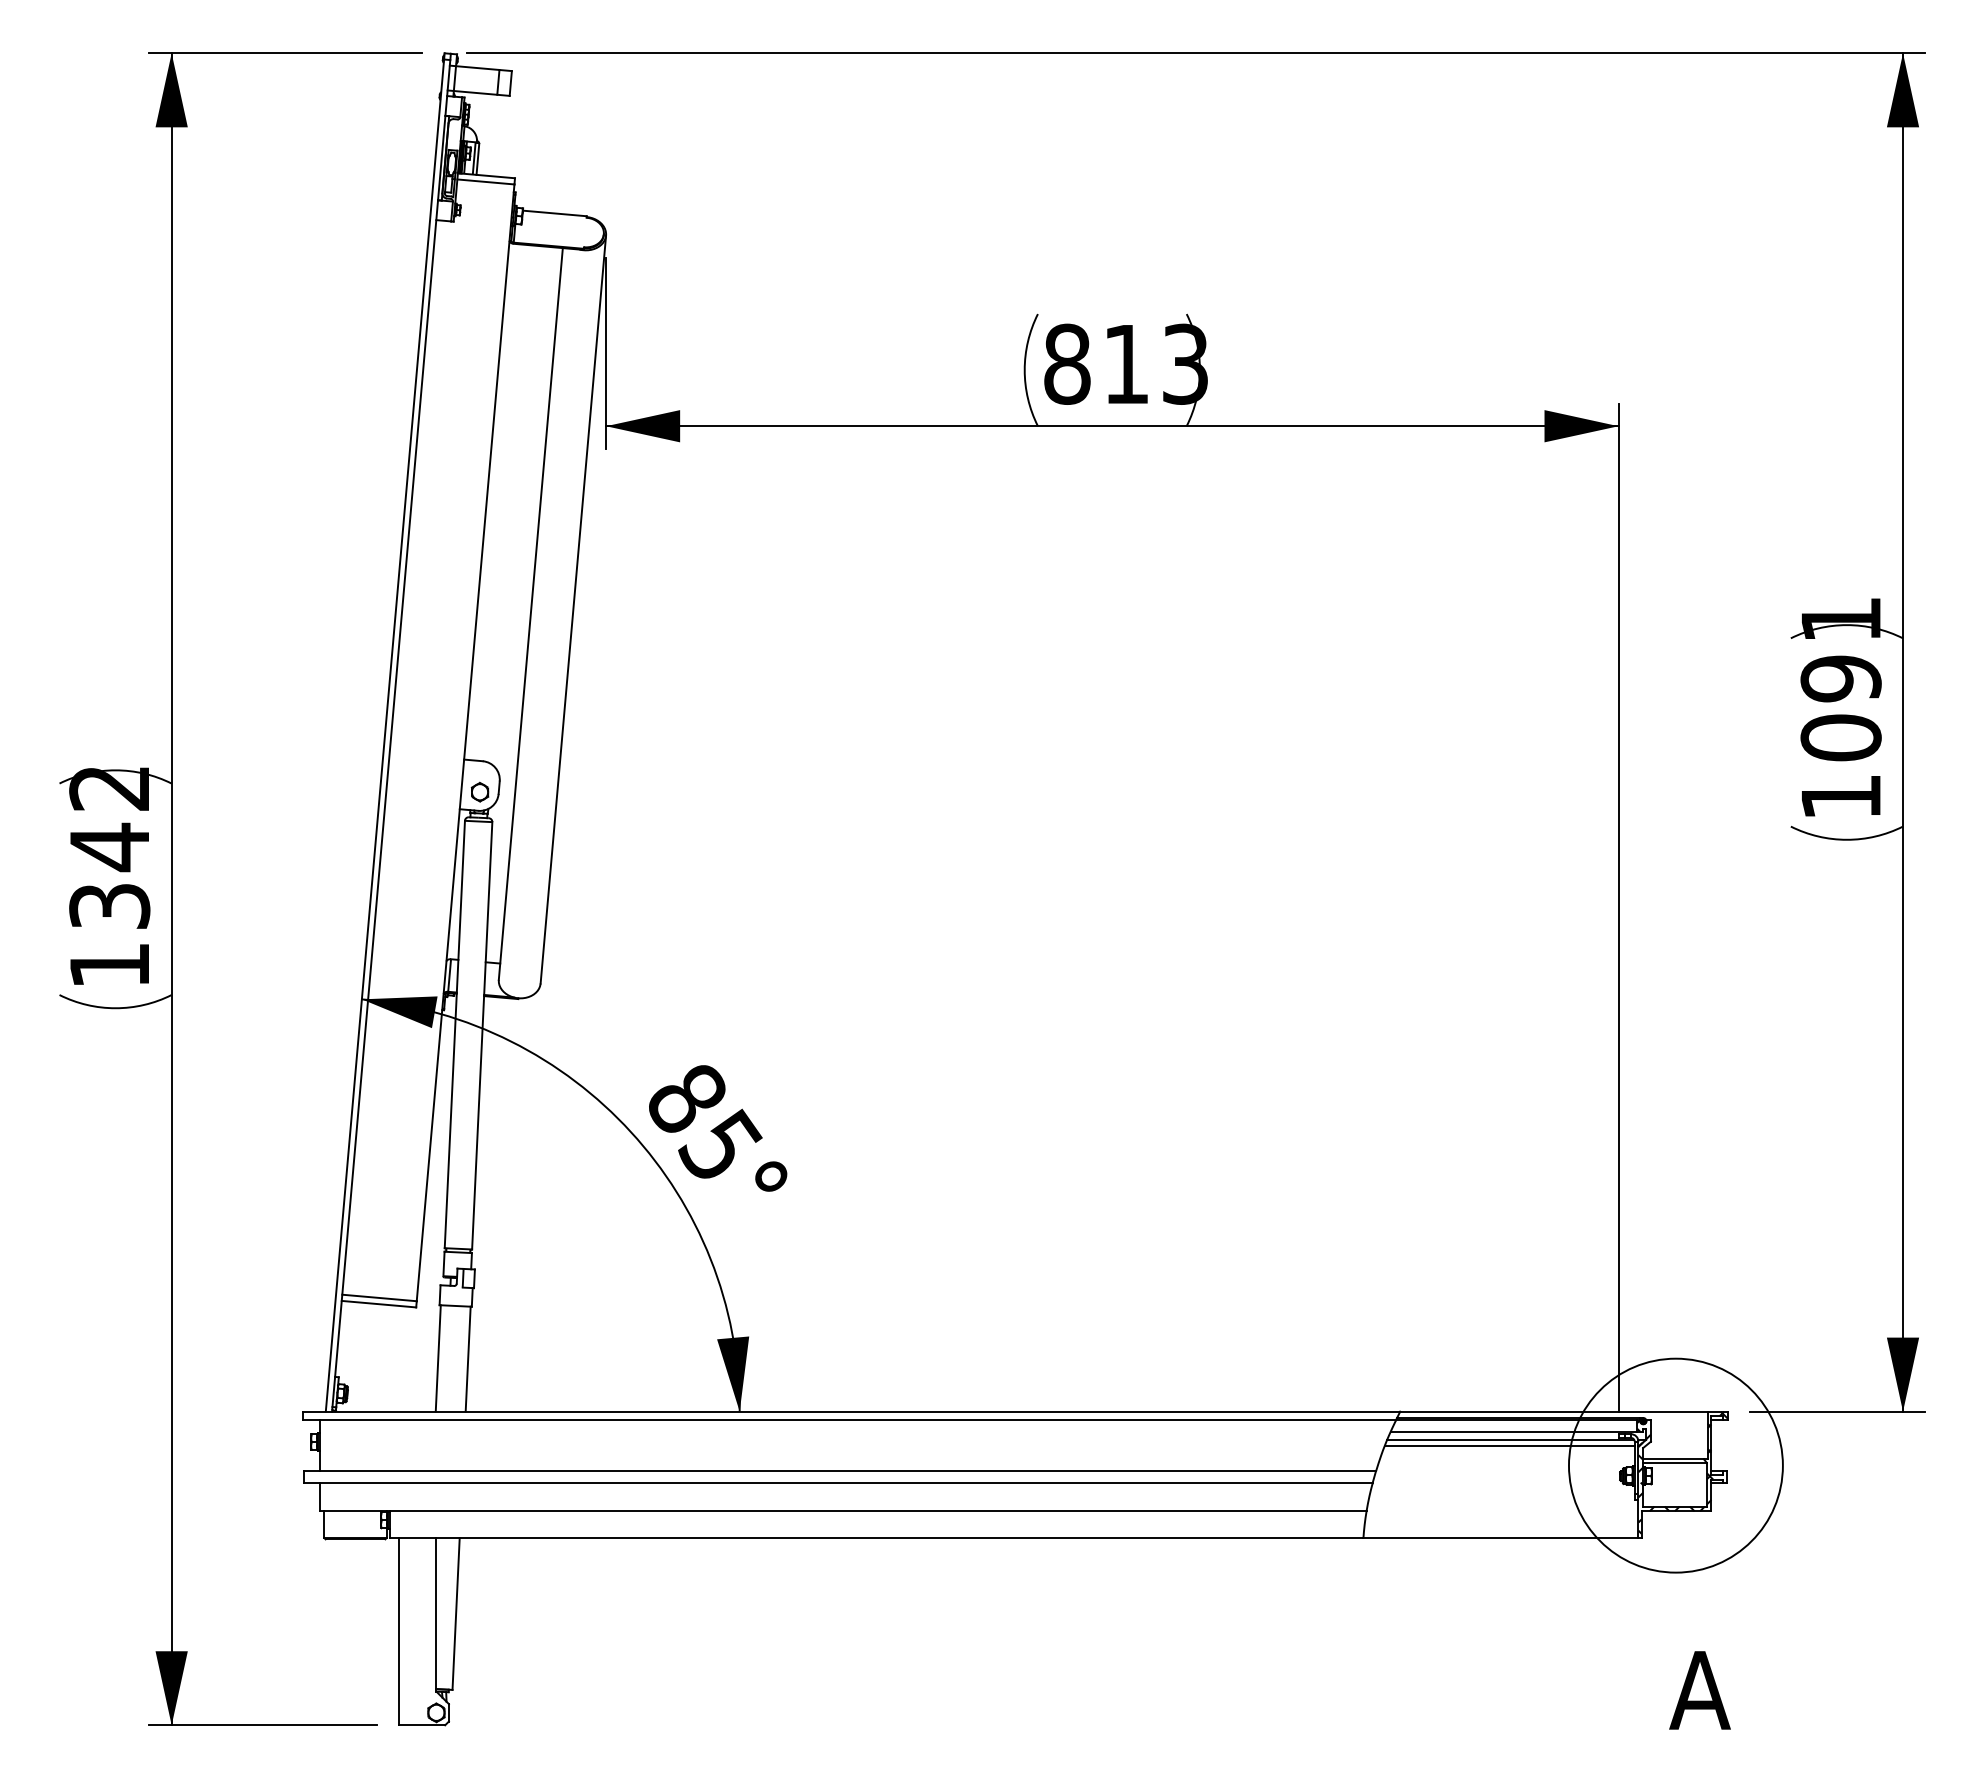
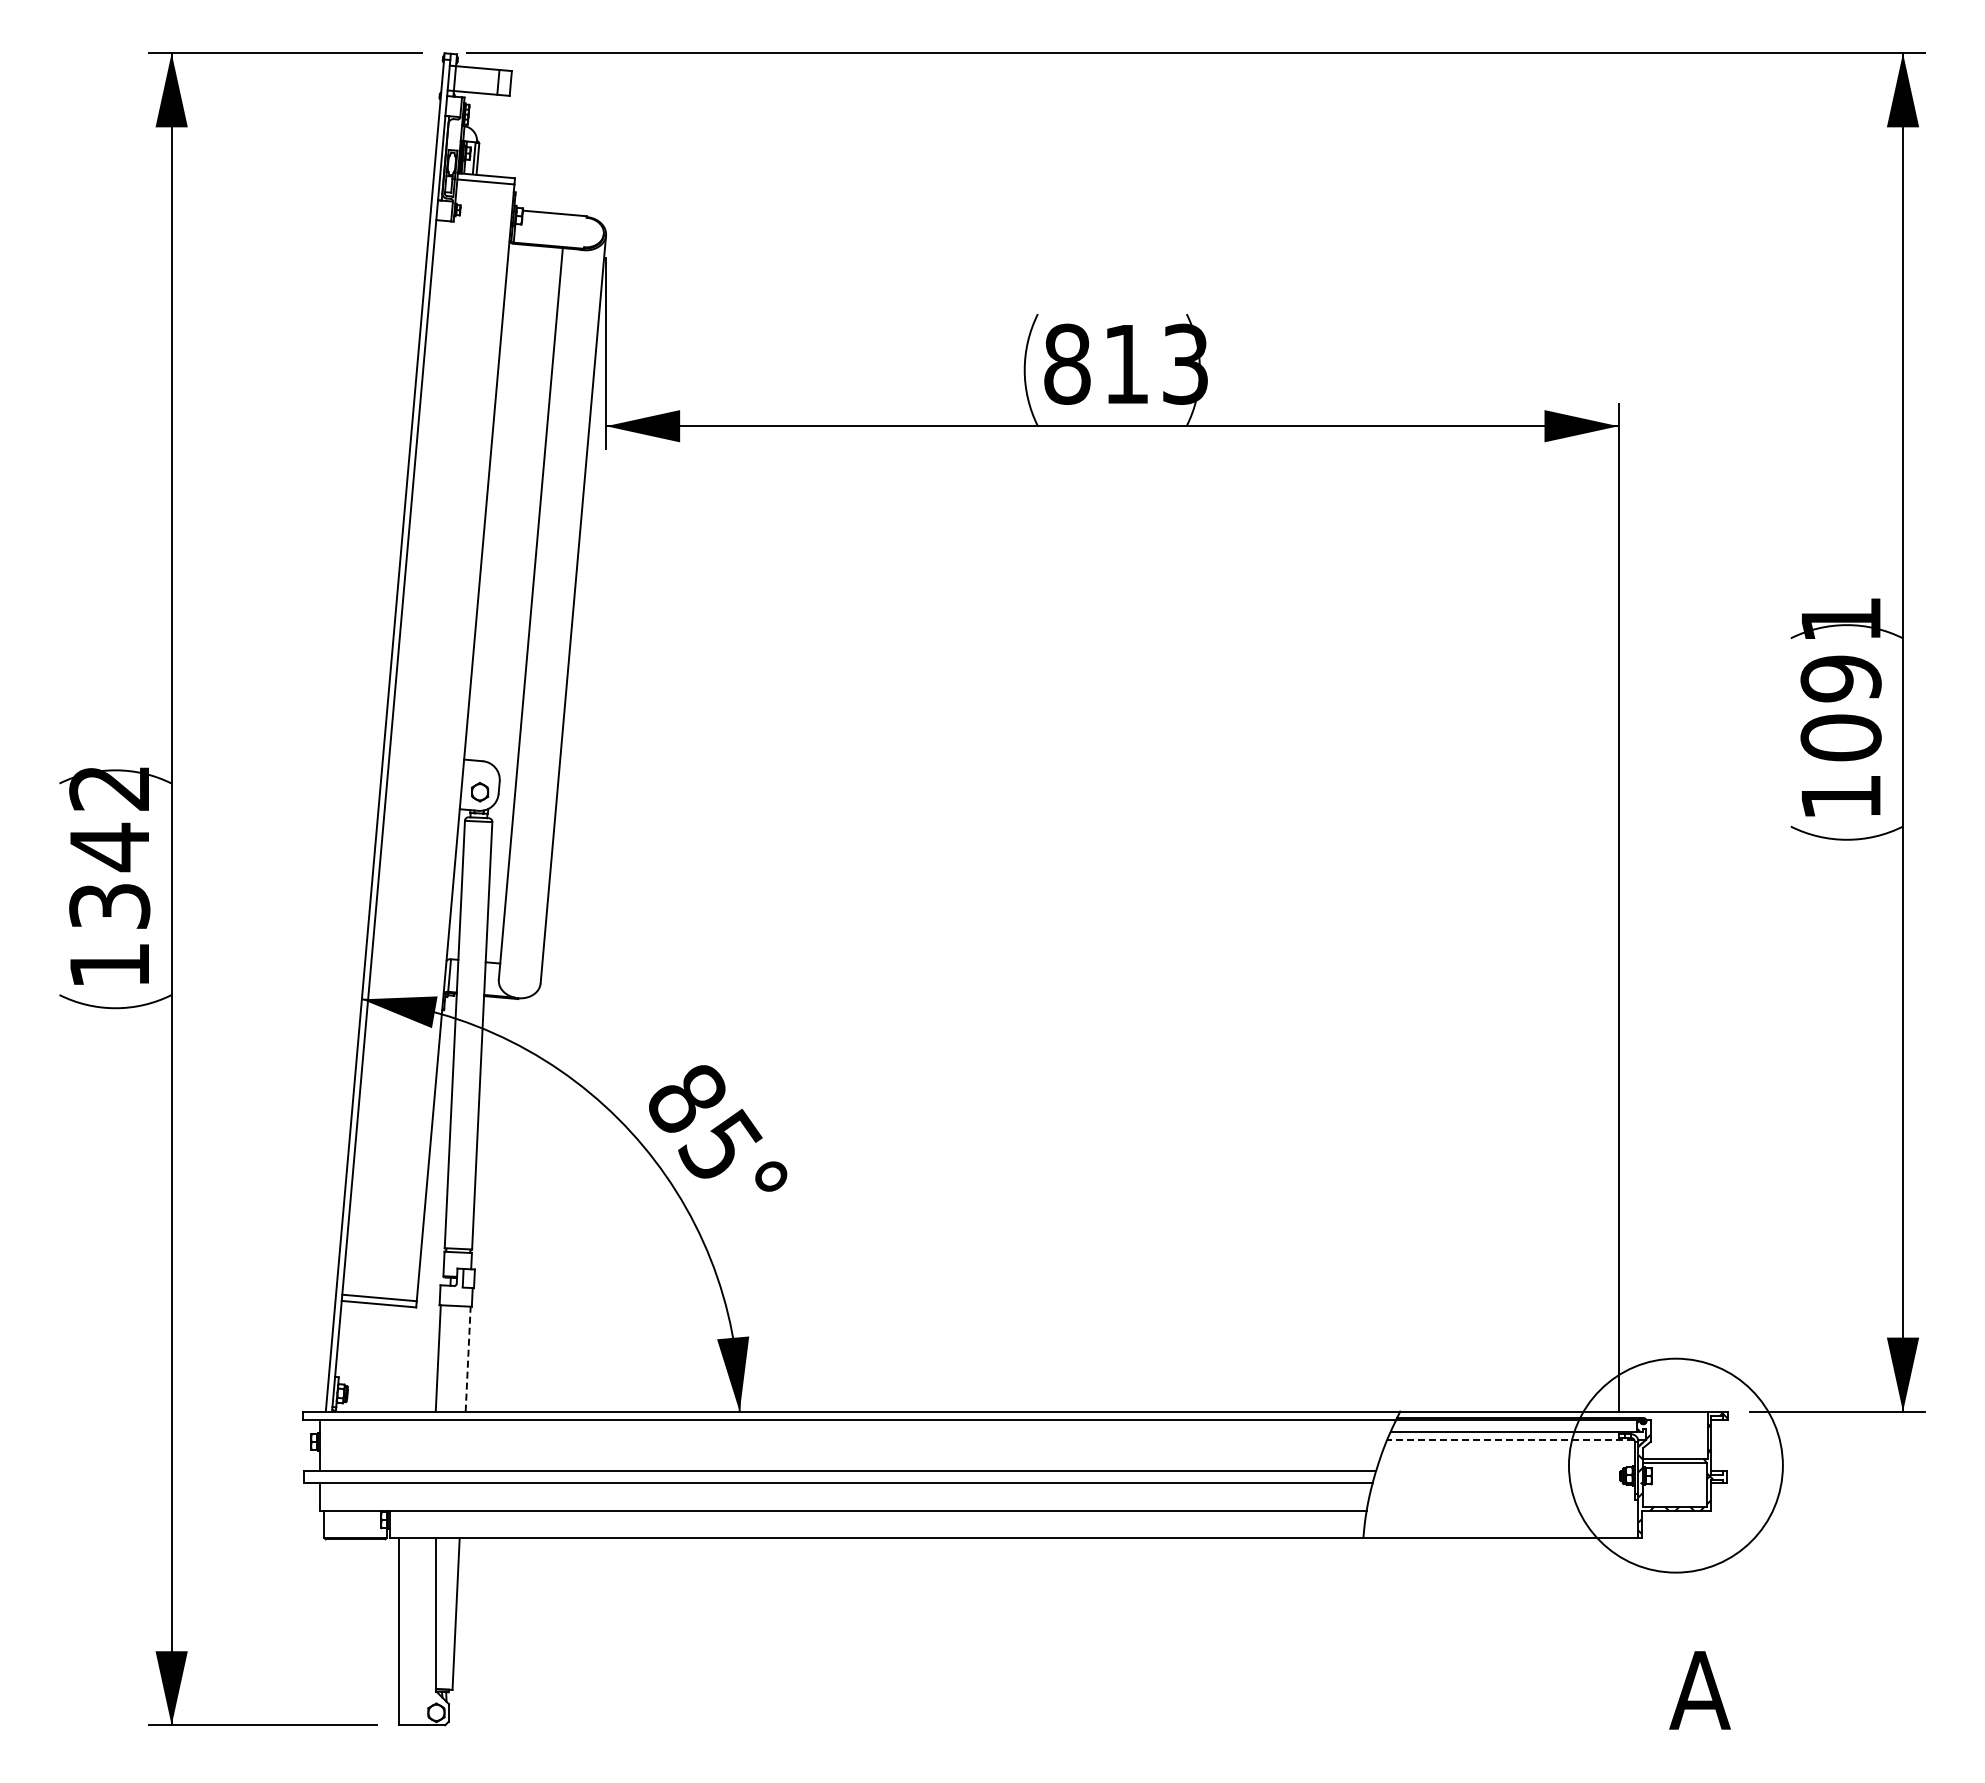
line at (468, 1359): solid -> dashed
line at (1510, 1439): solid -> dashed
line at (1509, 1446): present -> none
